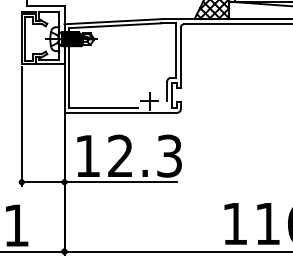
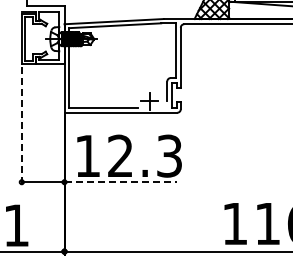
line at (21, 126): solid -> dashed
line at (121, 182): solid -> dashed
